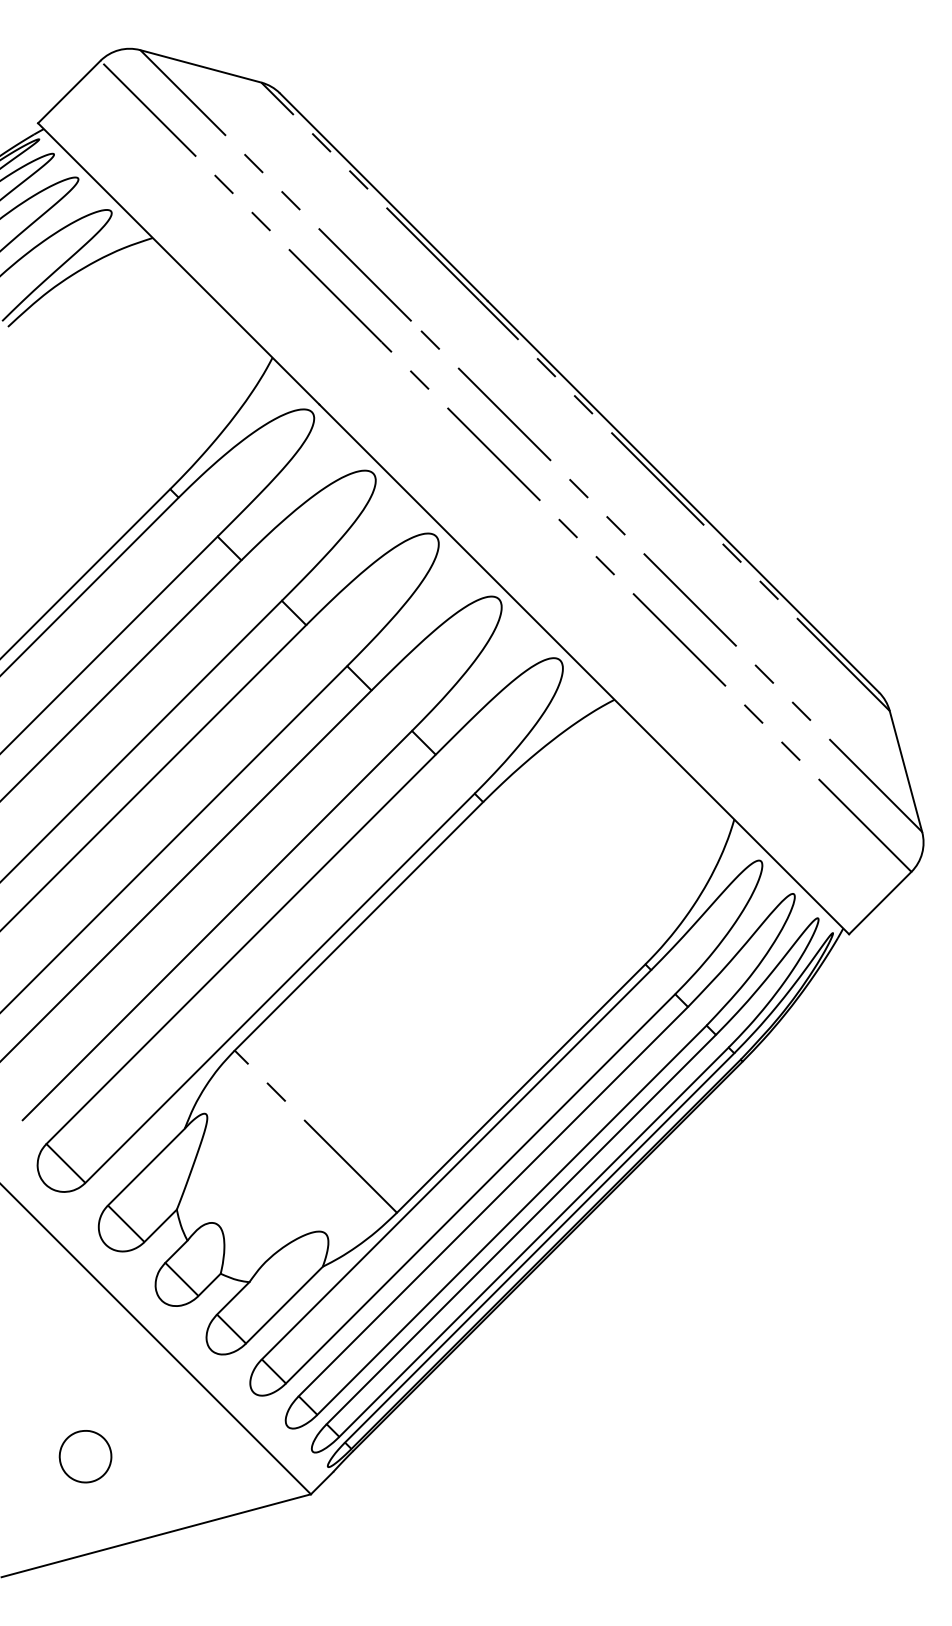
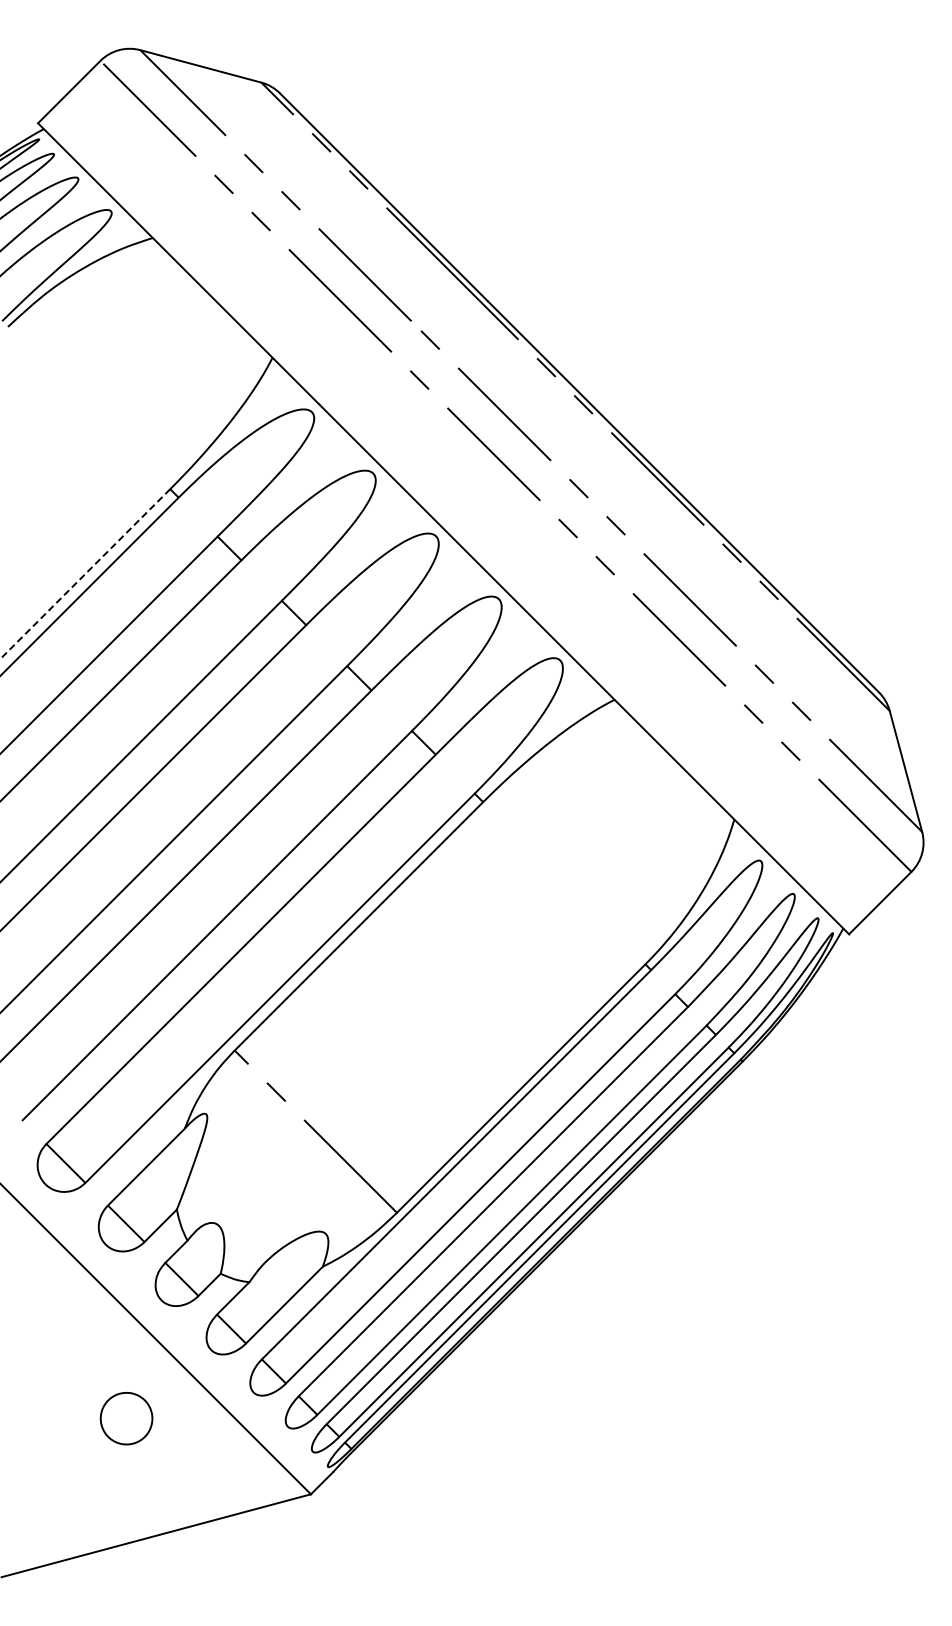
line at (84, 574): solid -> dashed
part at (85, 1456) position: (85, 1456) -> (126, 1418)
